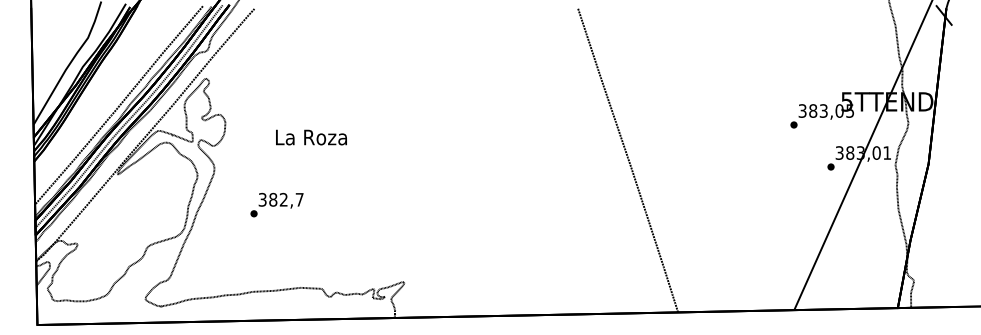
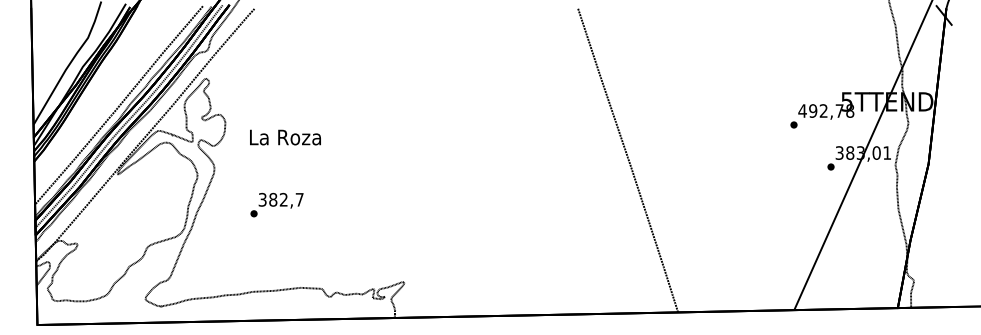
text at (826, 110): 383,05 -> 492,78
text at (311, 137) position: (311, 137) -> (285, 137)
